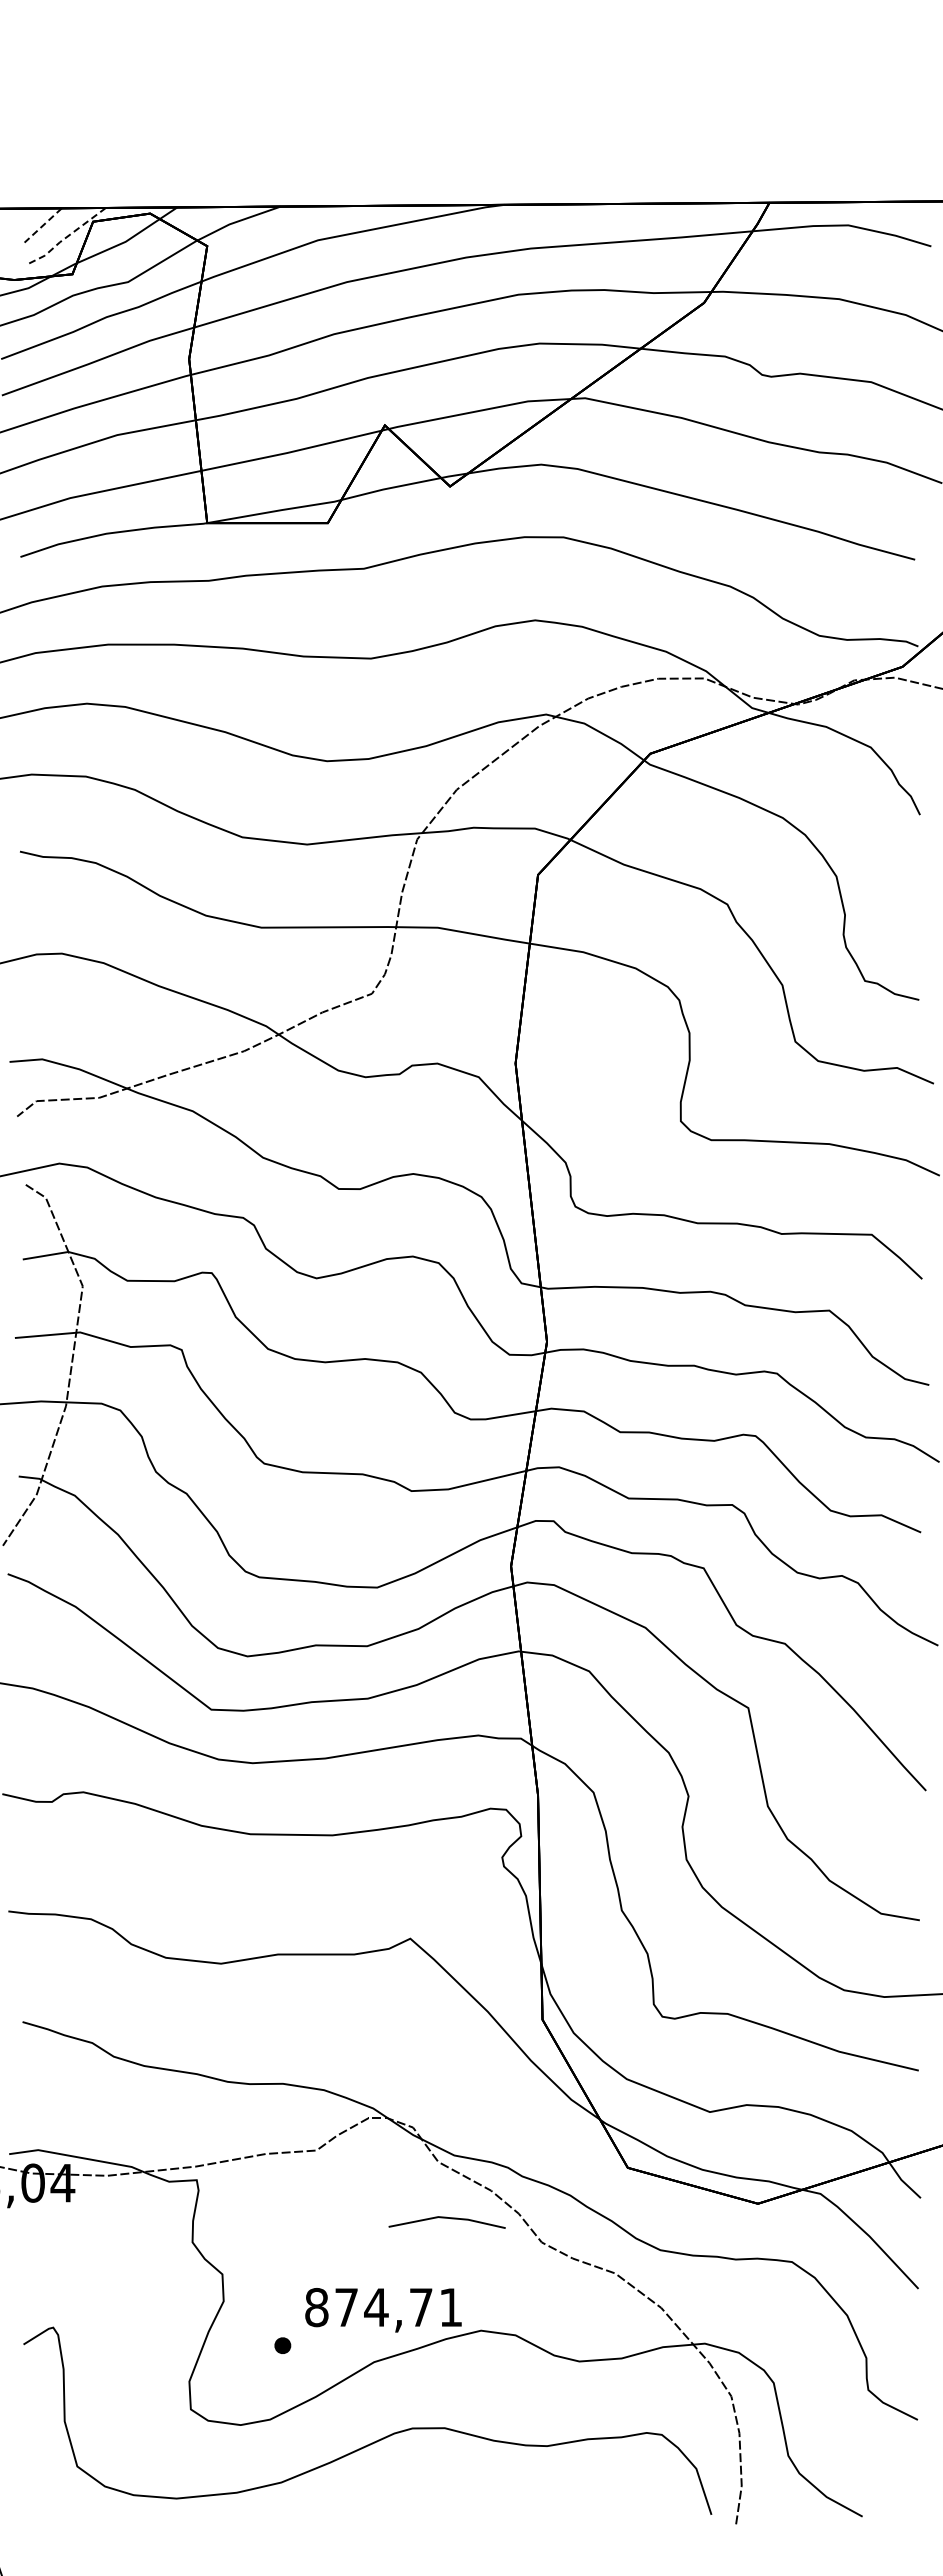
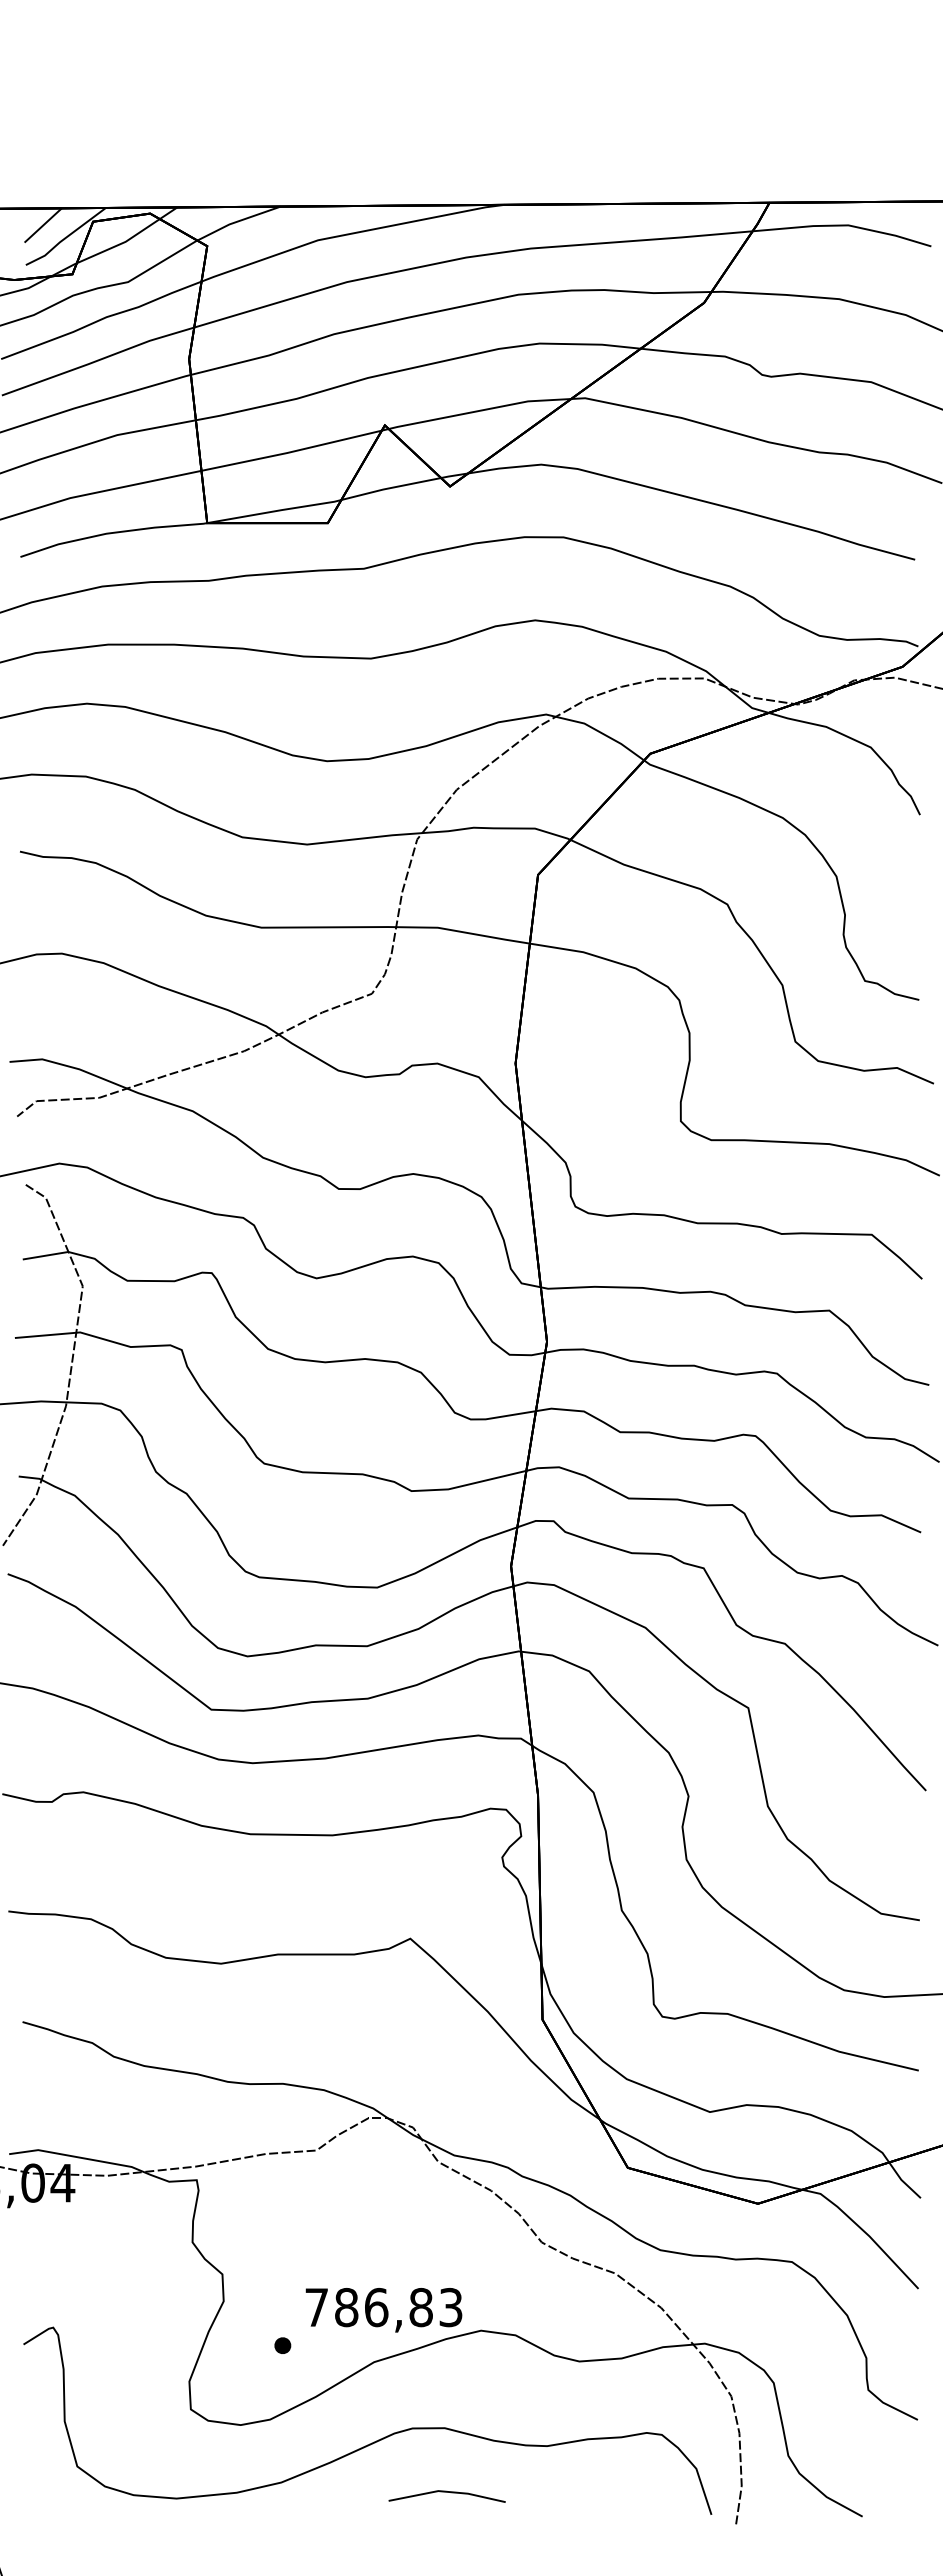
line at (42, 225): dashed -> solid
line at (65, 238): dashed -> solid
line at (446, 2218) position: (446, 2218) -> (446, 2492)
text at (383, 2307): 874,71 -> 786,83
